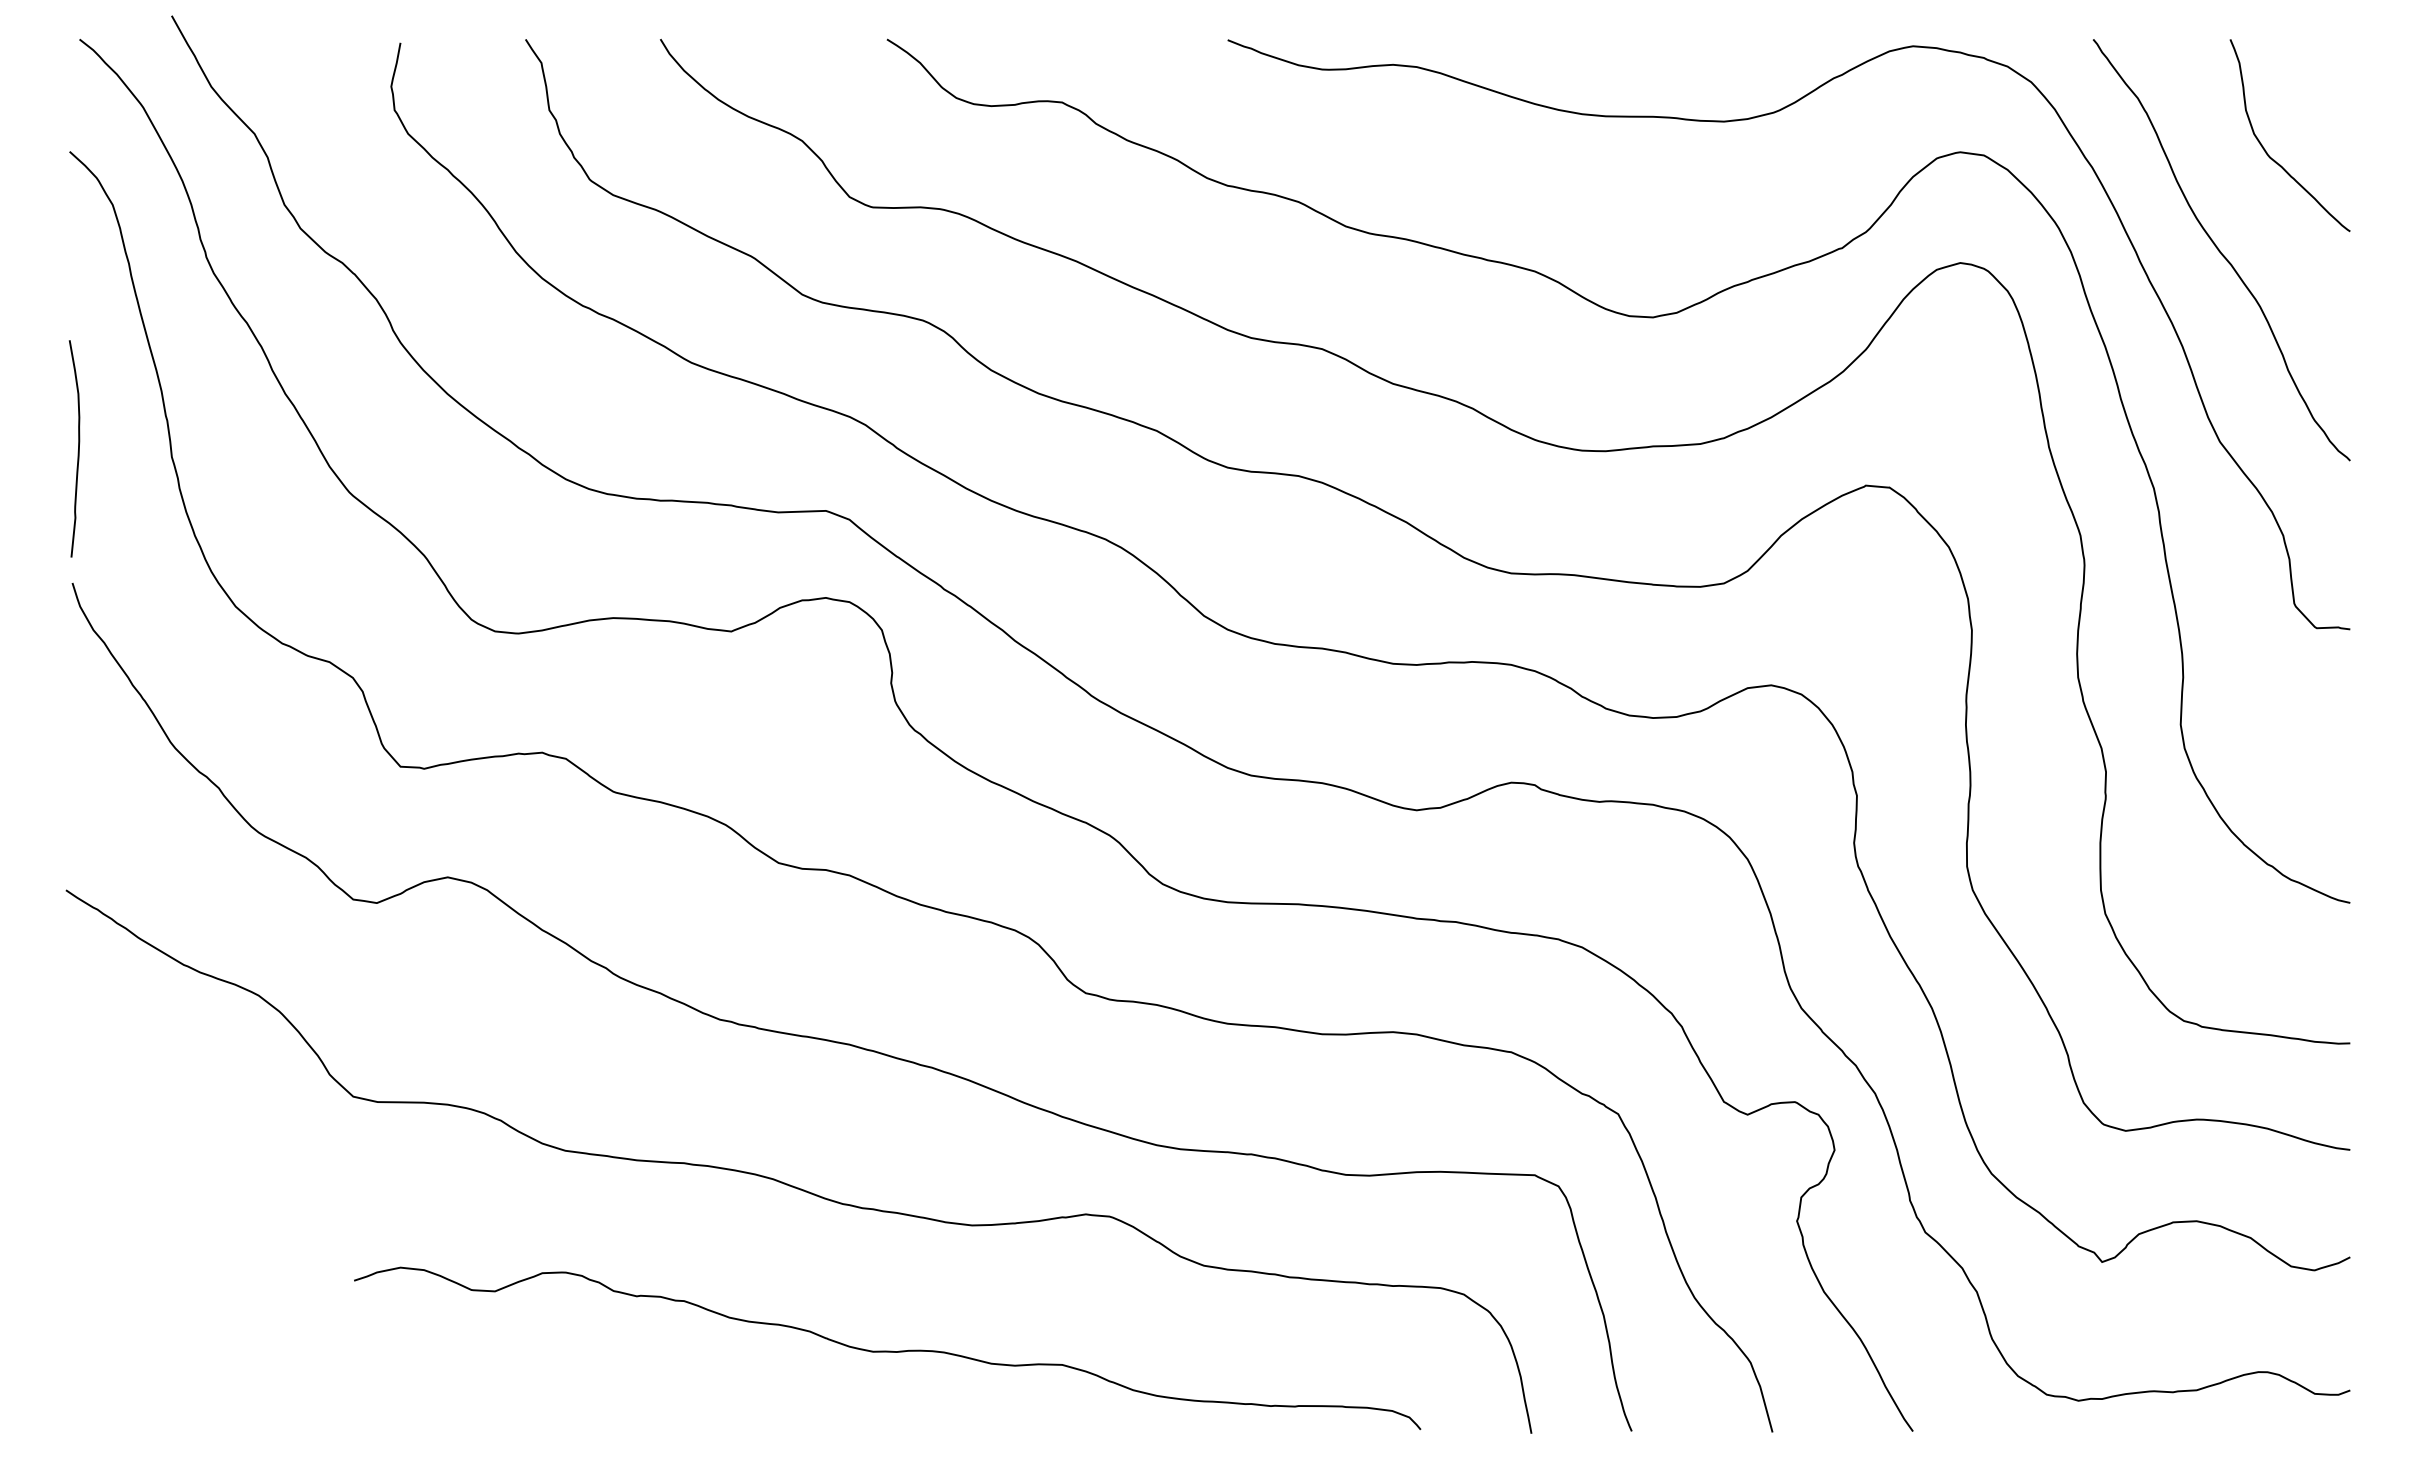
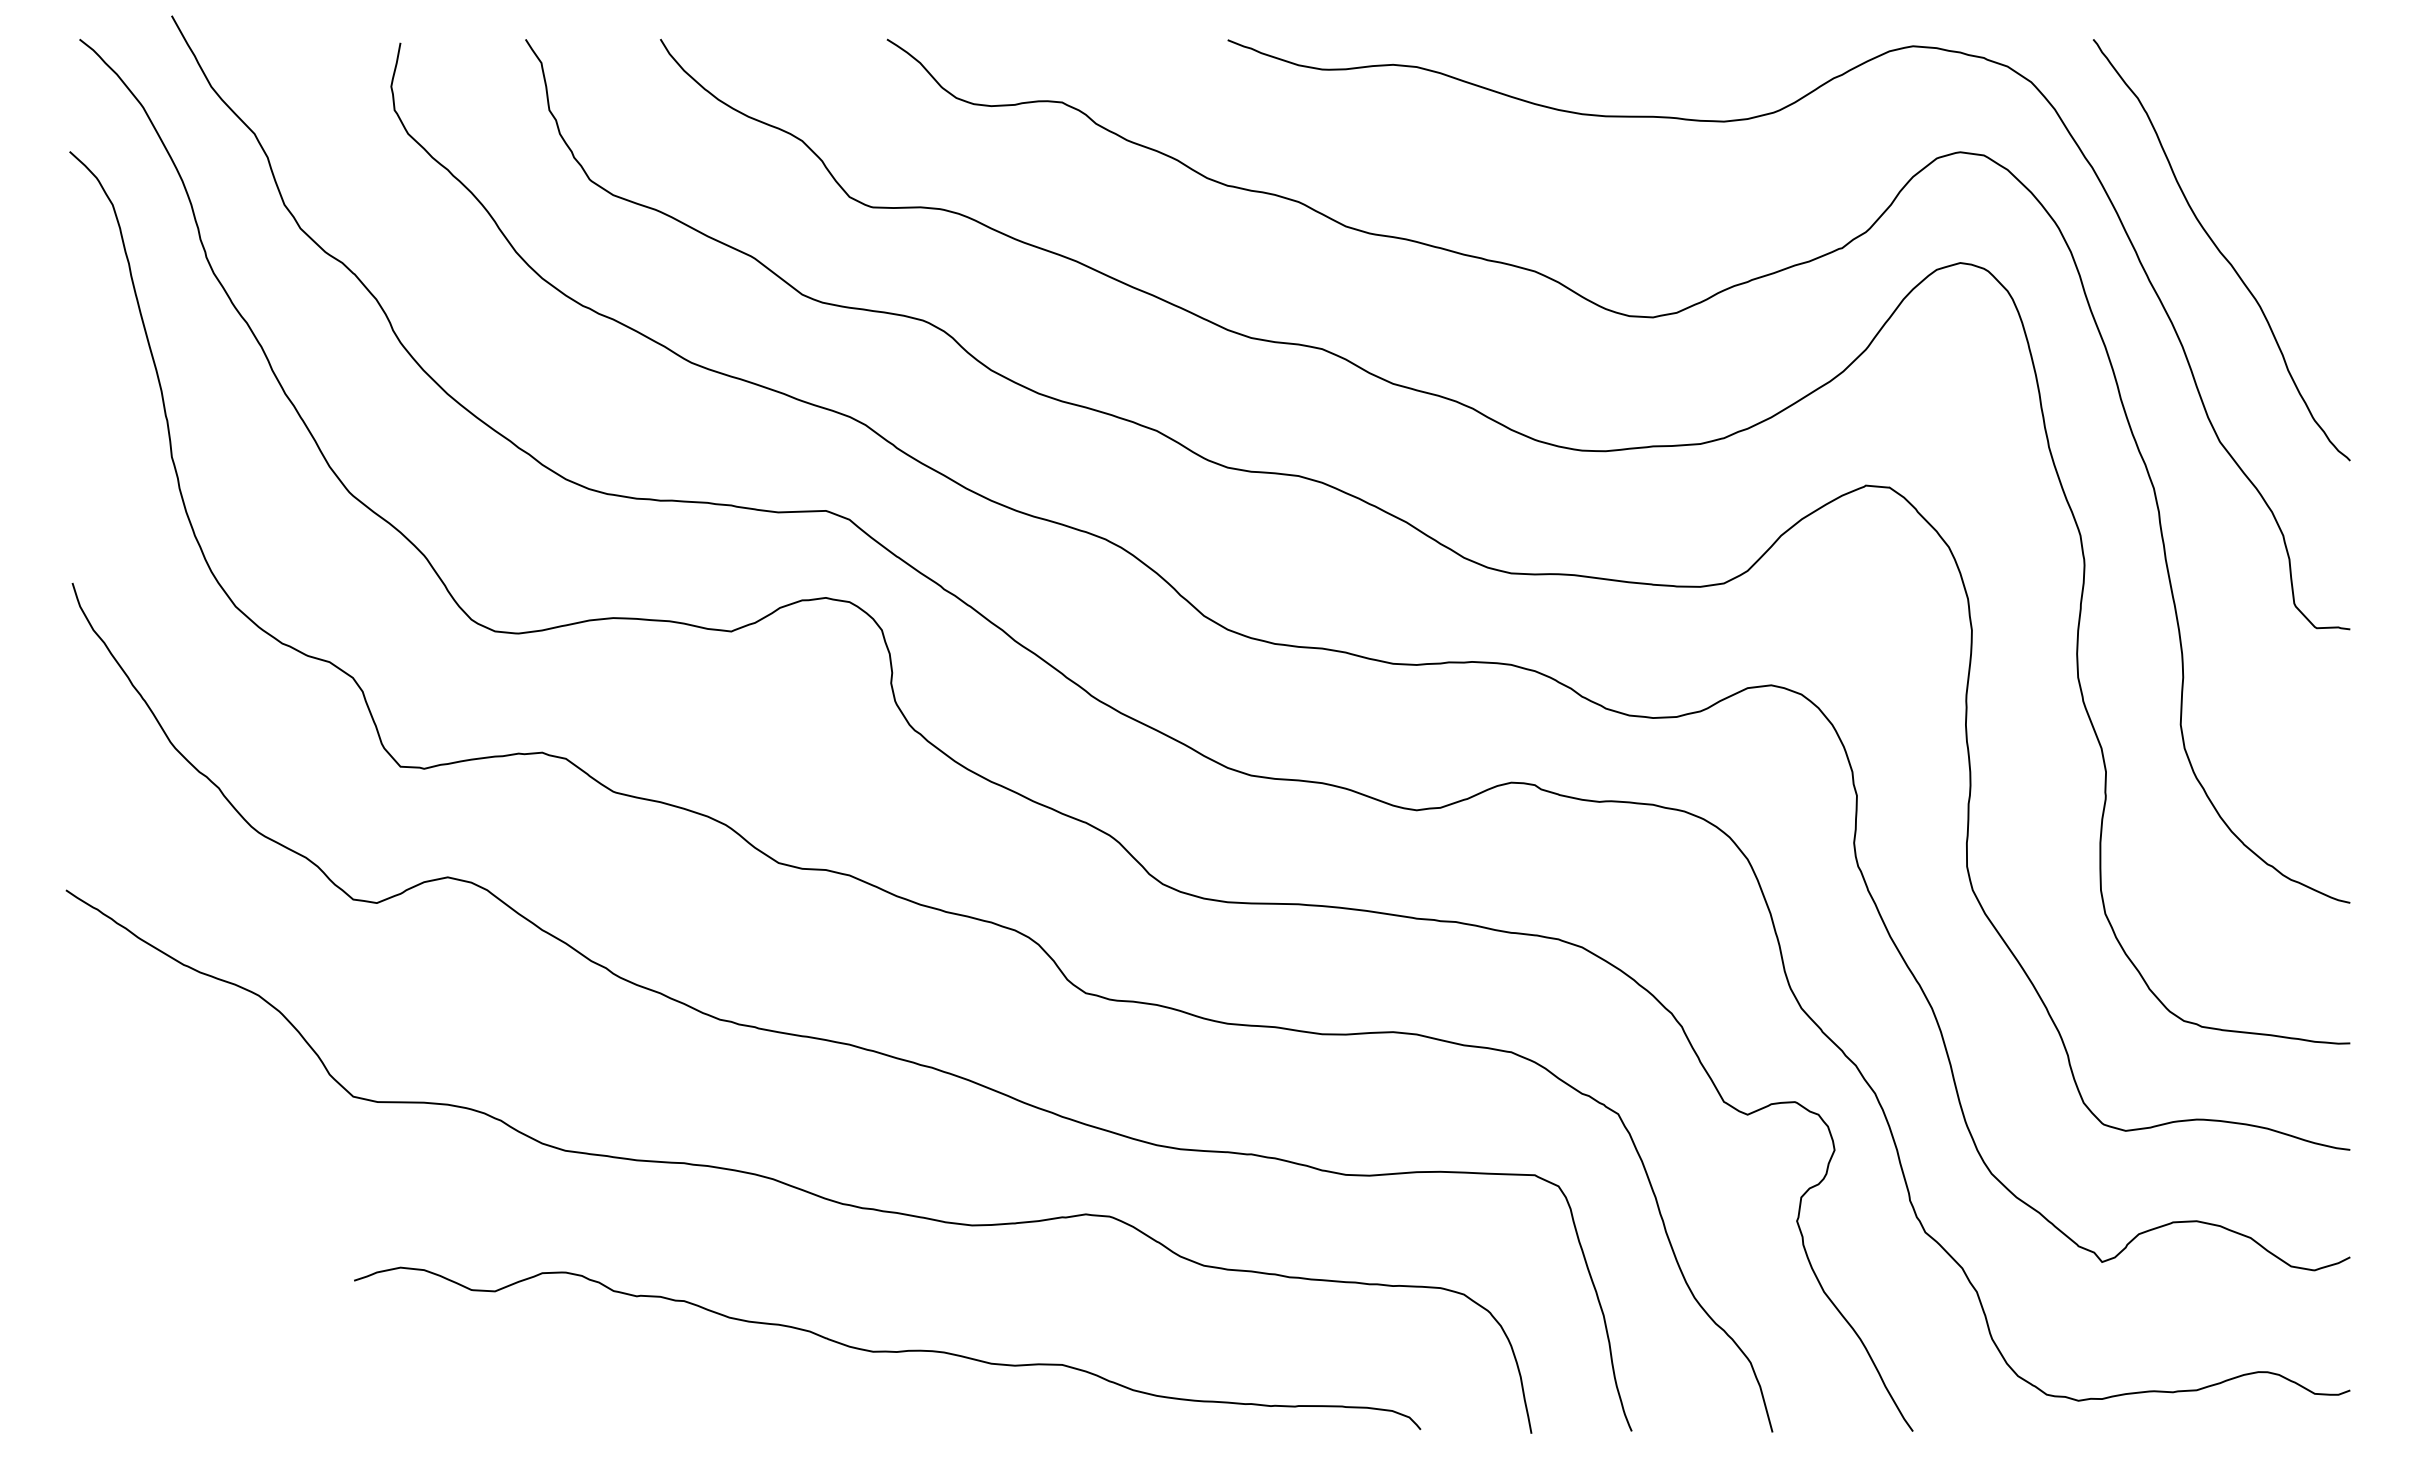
curve at (2264, 147): present -> none
curve at (78, 448): present -> none
